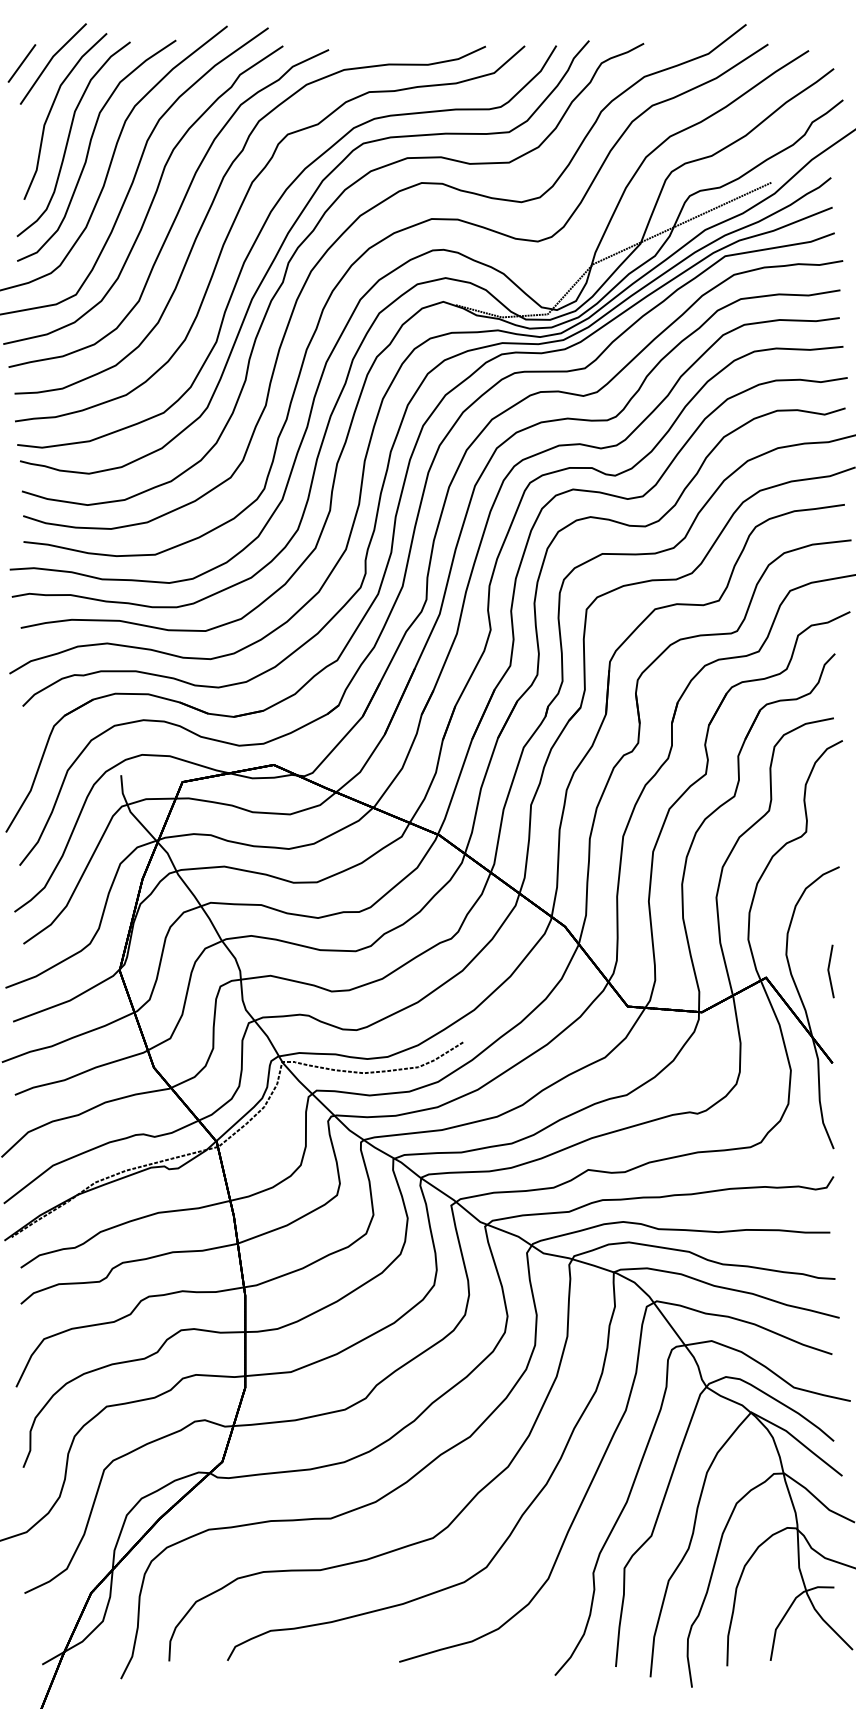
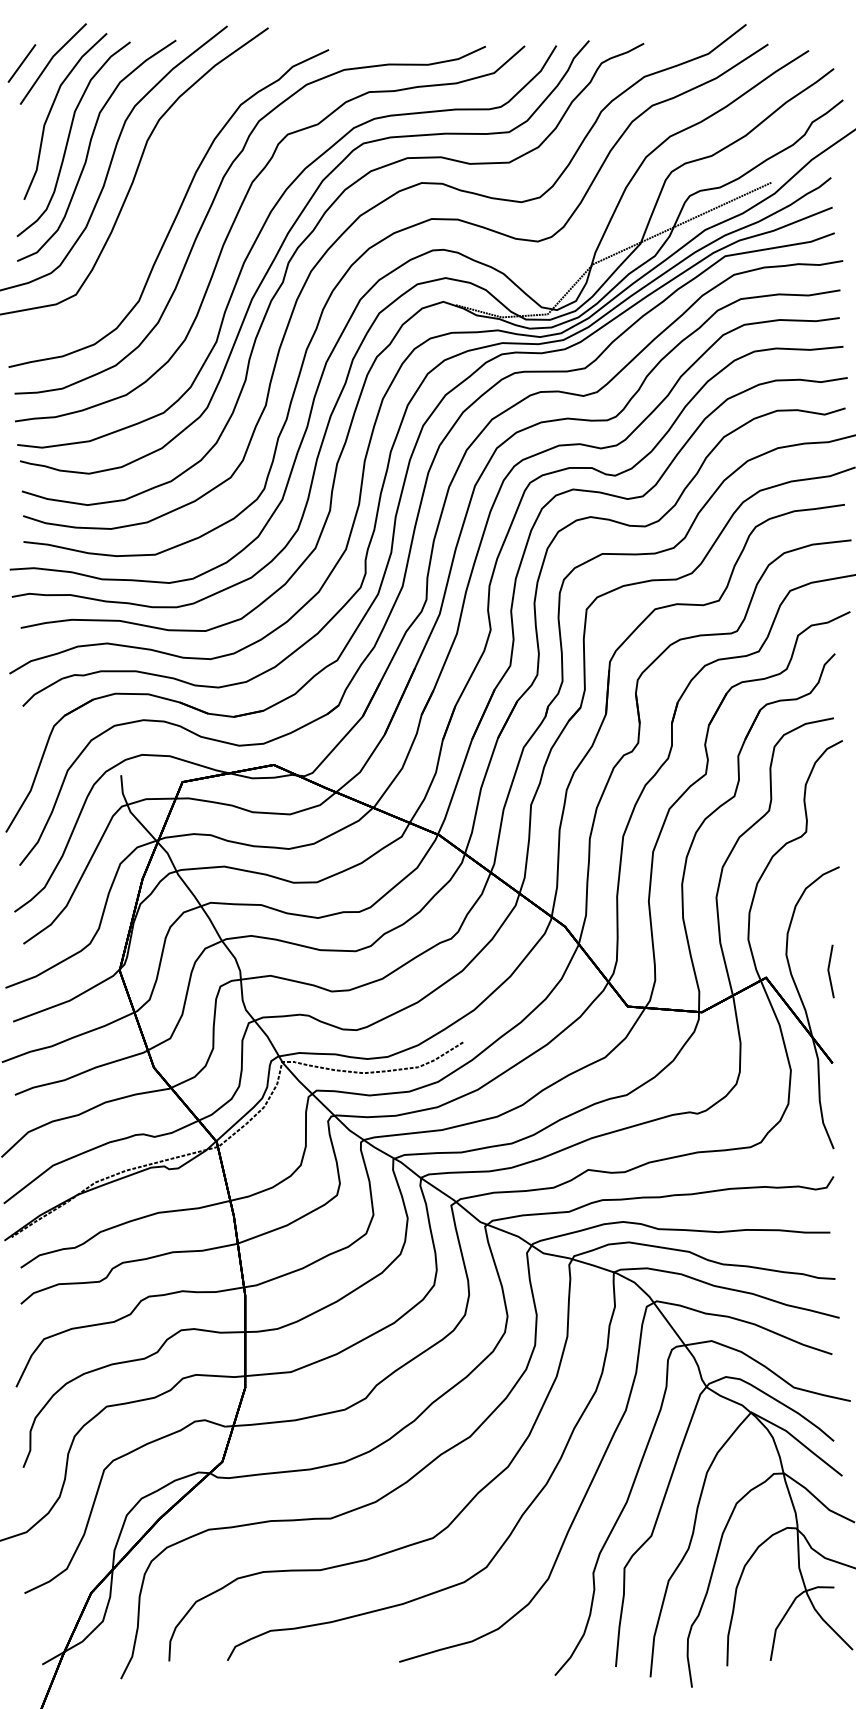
curve at (152, 198): present -> none
